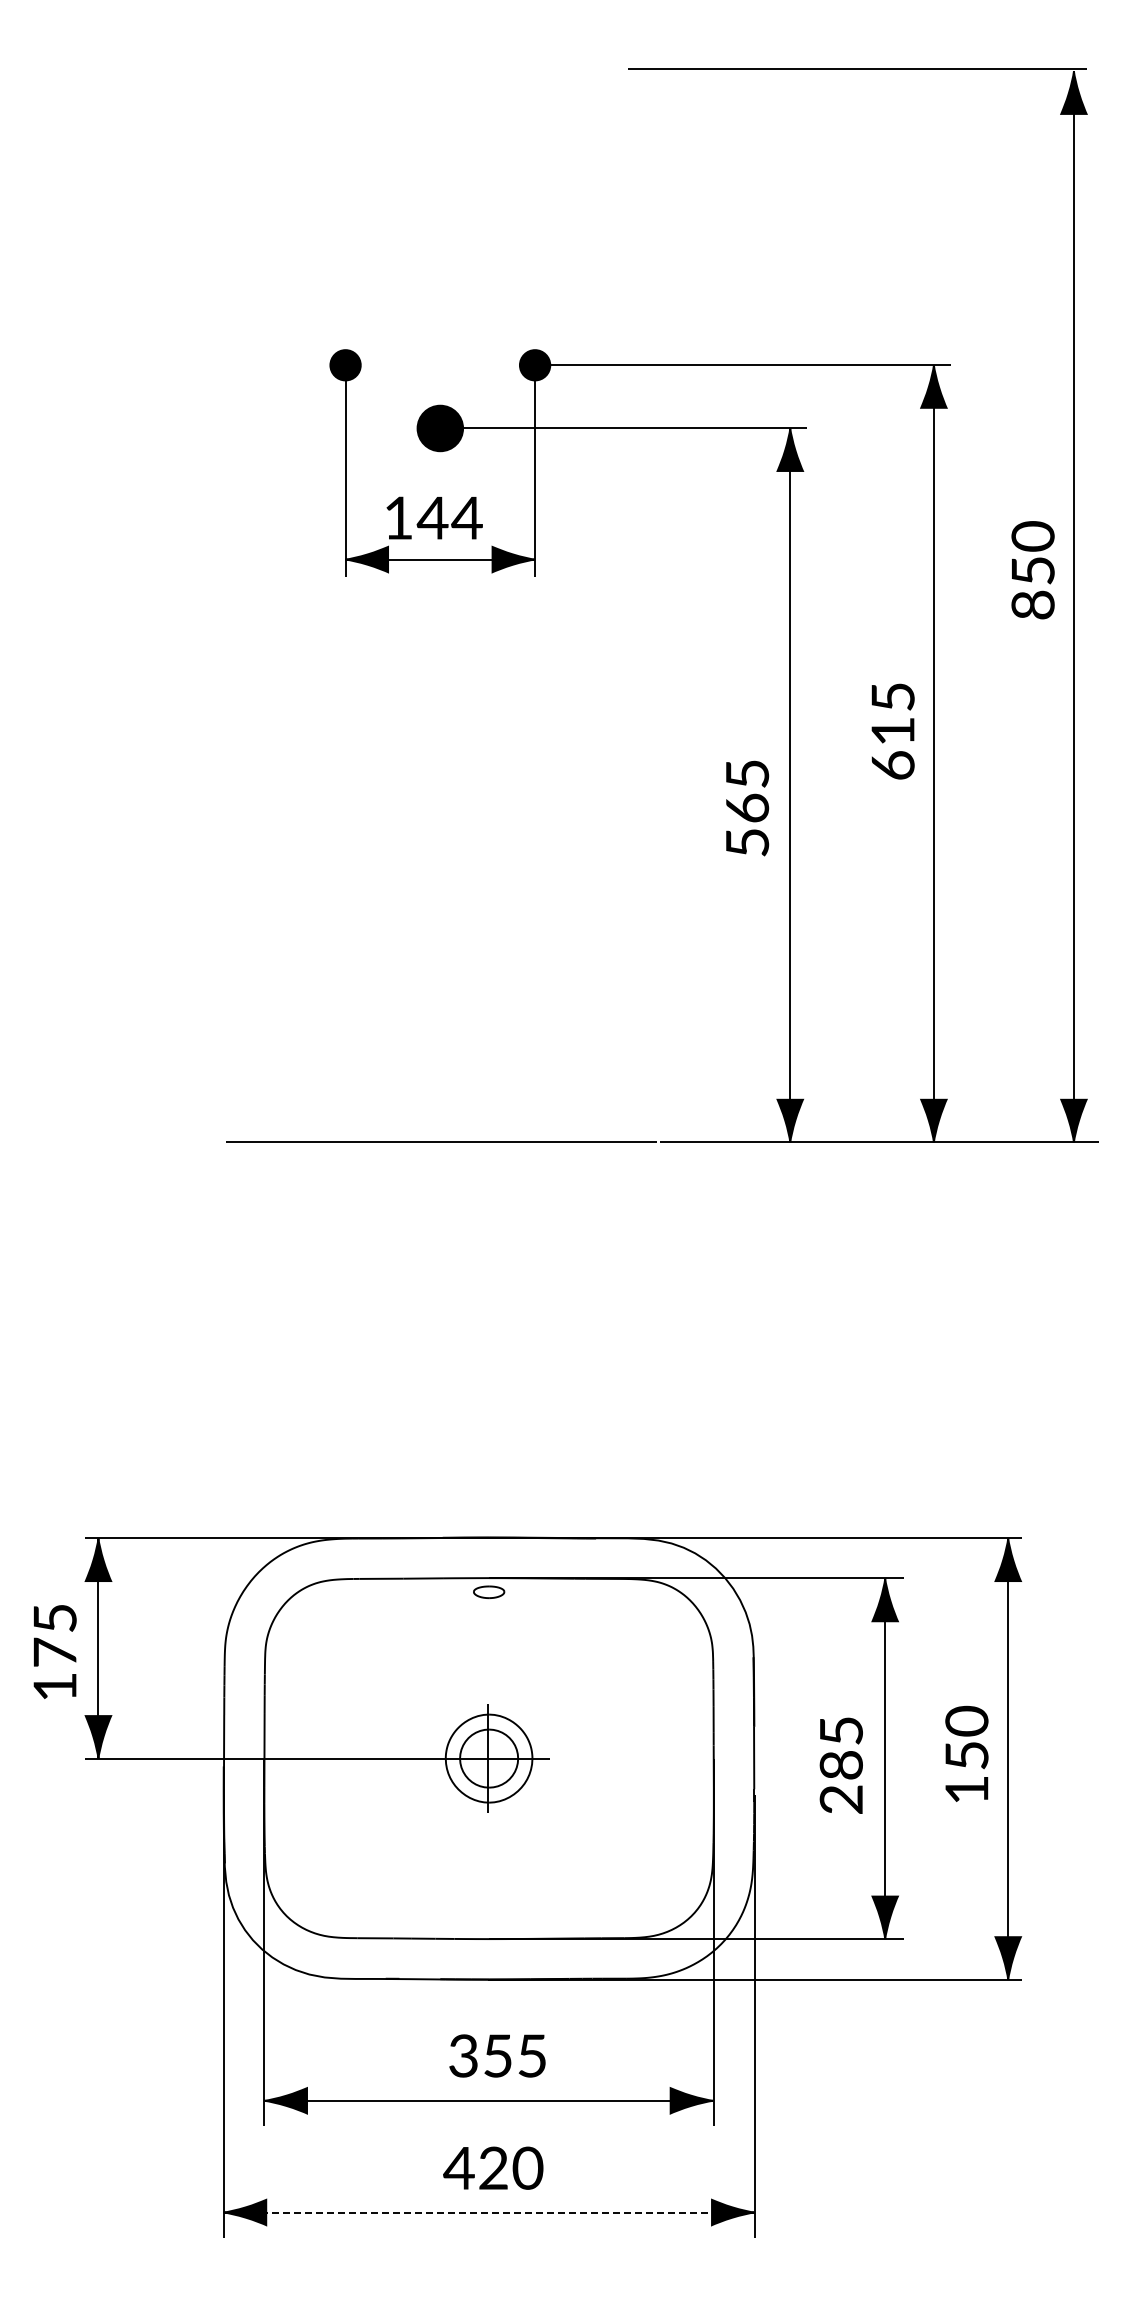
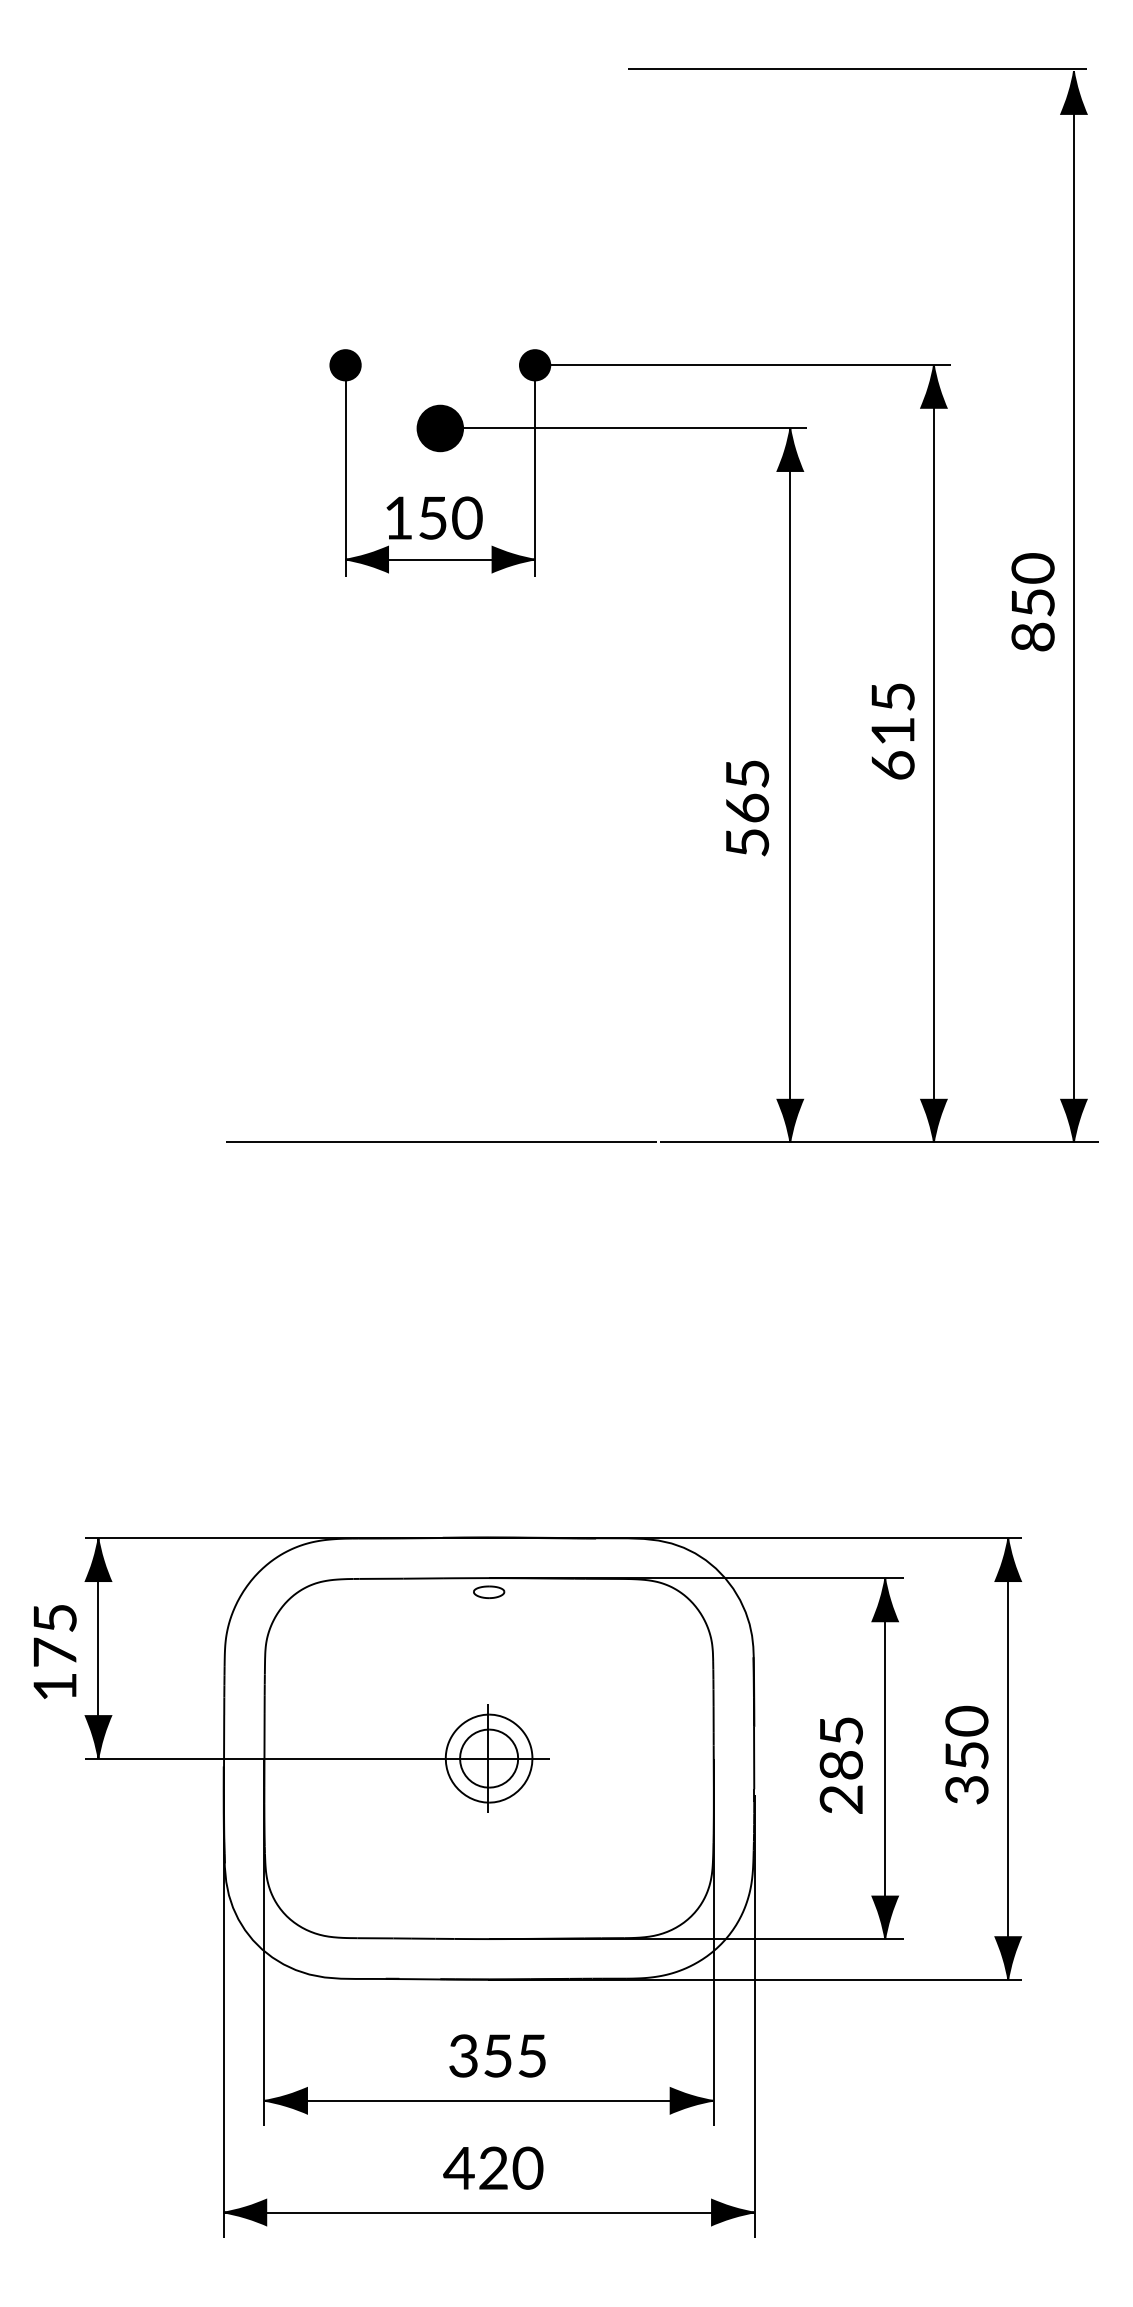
text at (449, 517): 144 -> 150
text at (1032, 570) position: (1032, 570) -> (1032, 602)
text at (966, 1790): 150 -> 350
line at (489, 2212): dashed -> solid
